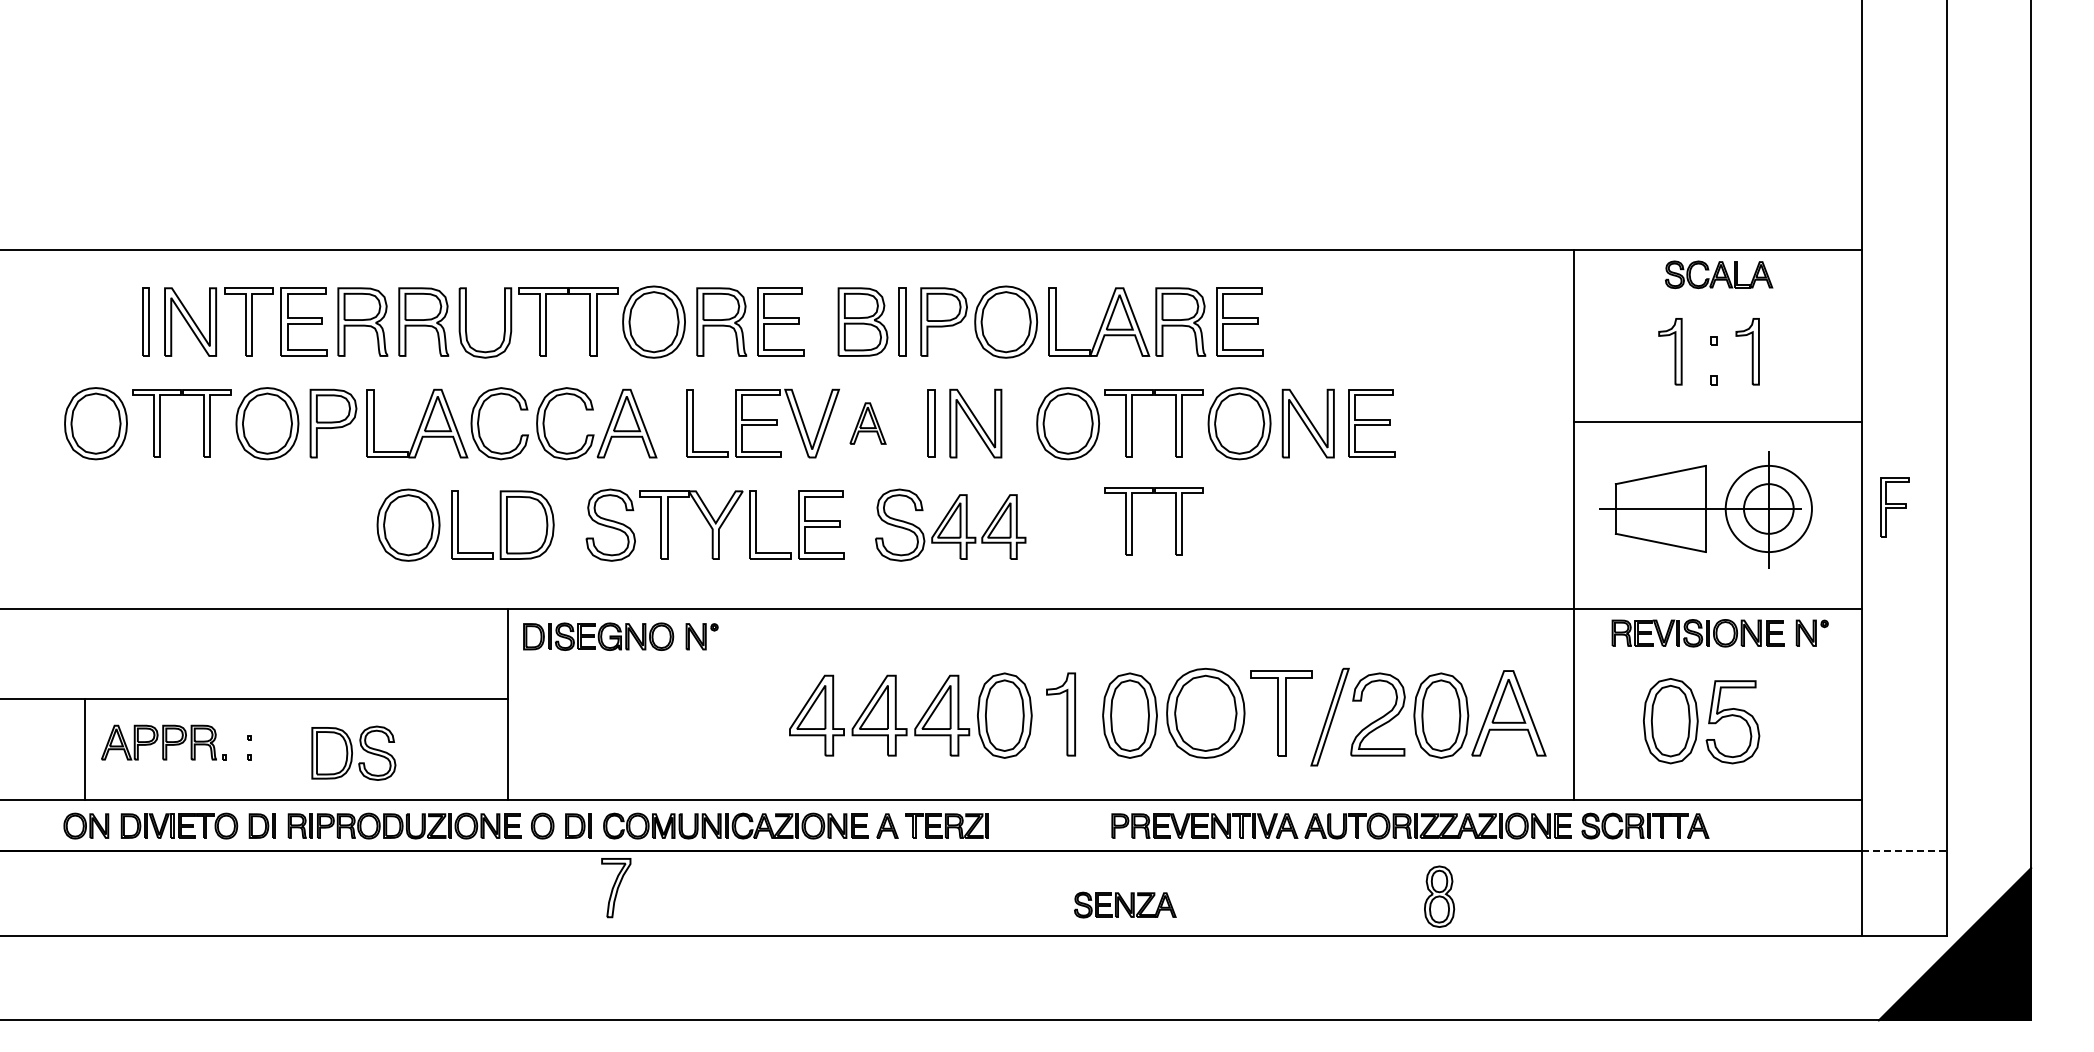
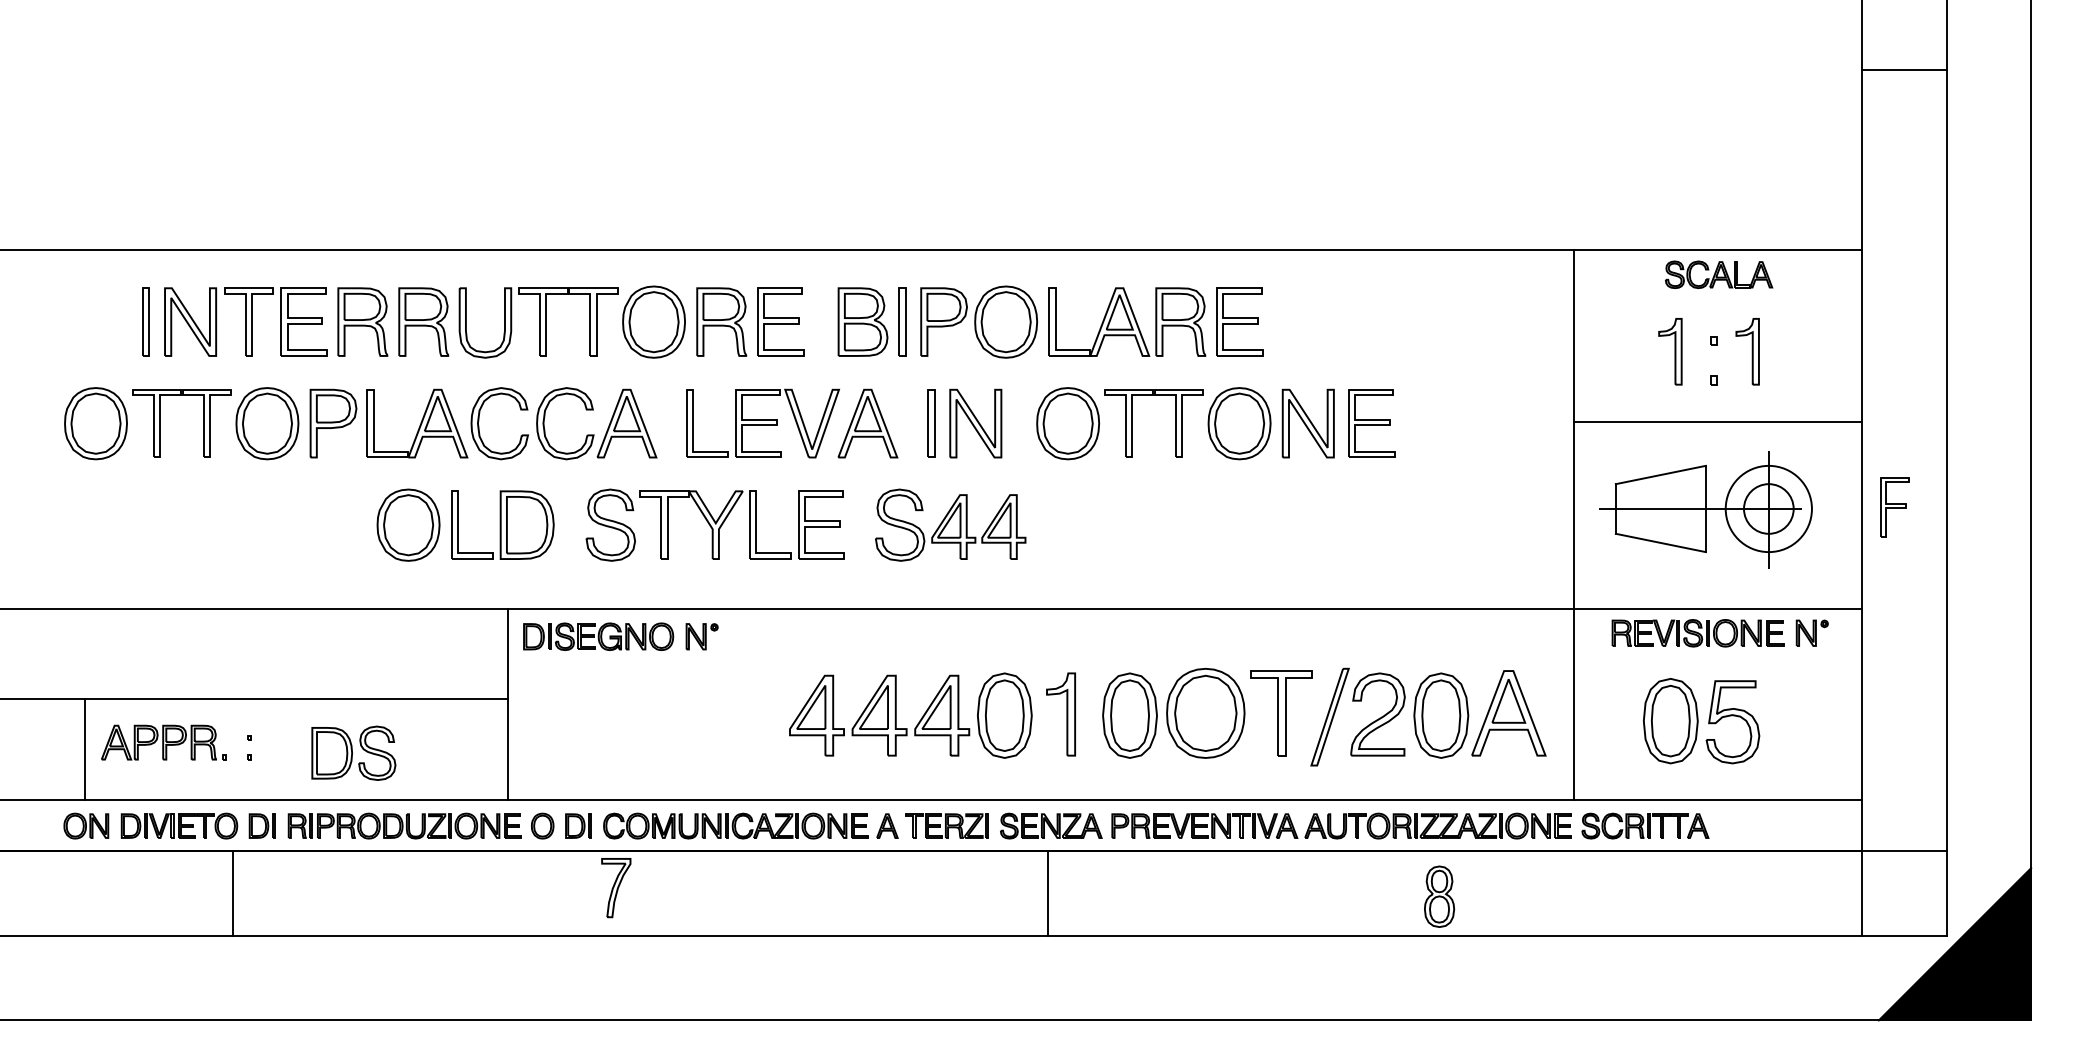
line at (1903, 69): none -> present
part at (867, 423) size: 38x43 px -> 62x71 px
part at (1132, 521): present -> none
line at (1904, 851): dashed -> solid
line at (233, 893): none -> present
line at (1047, 893): none -> present
part at (1125, 904) position: (1125, 904) -> (1051, 825)
